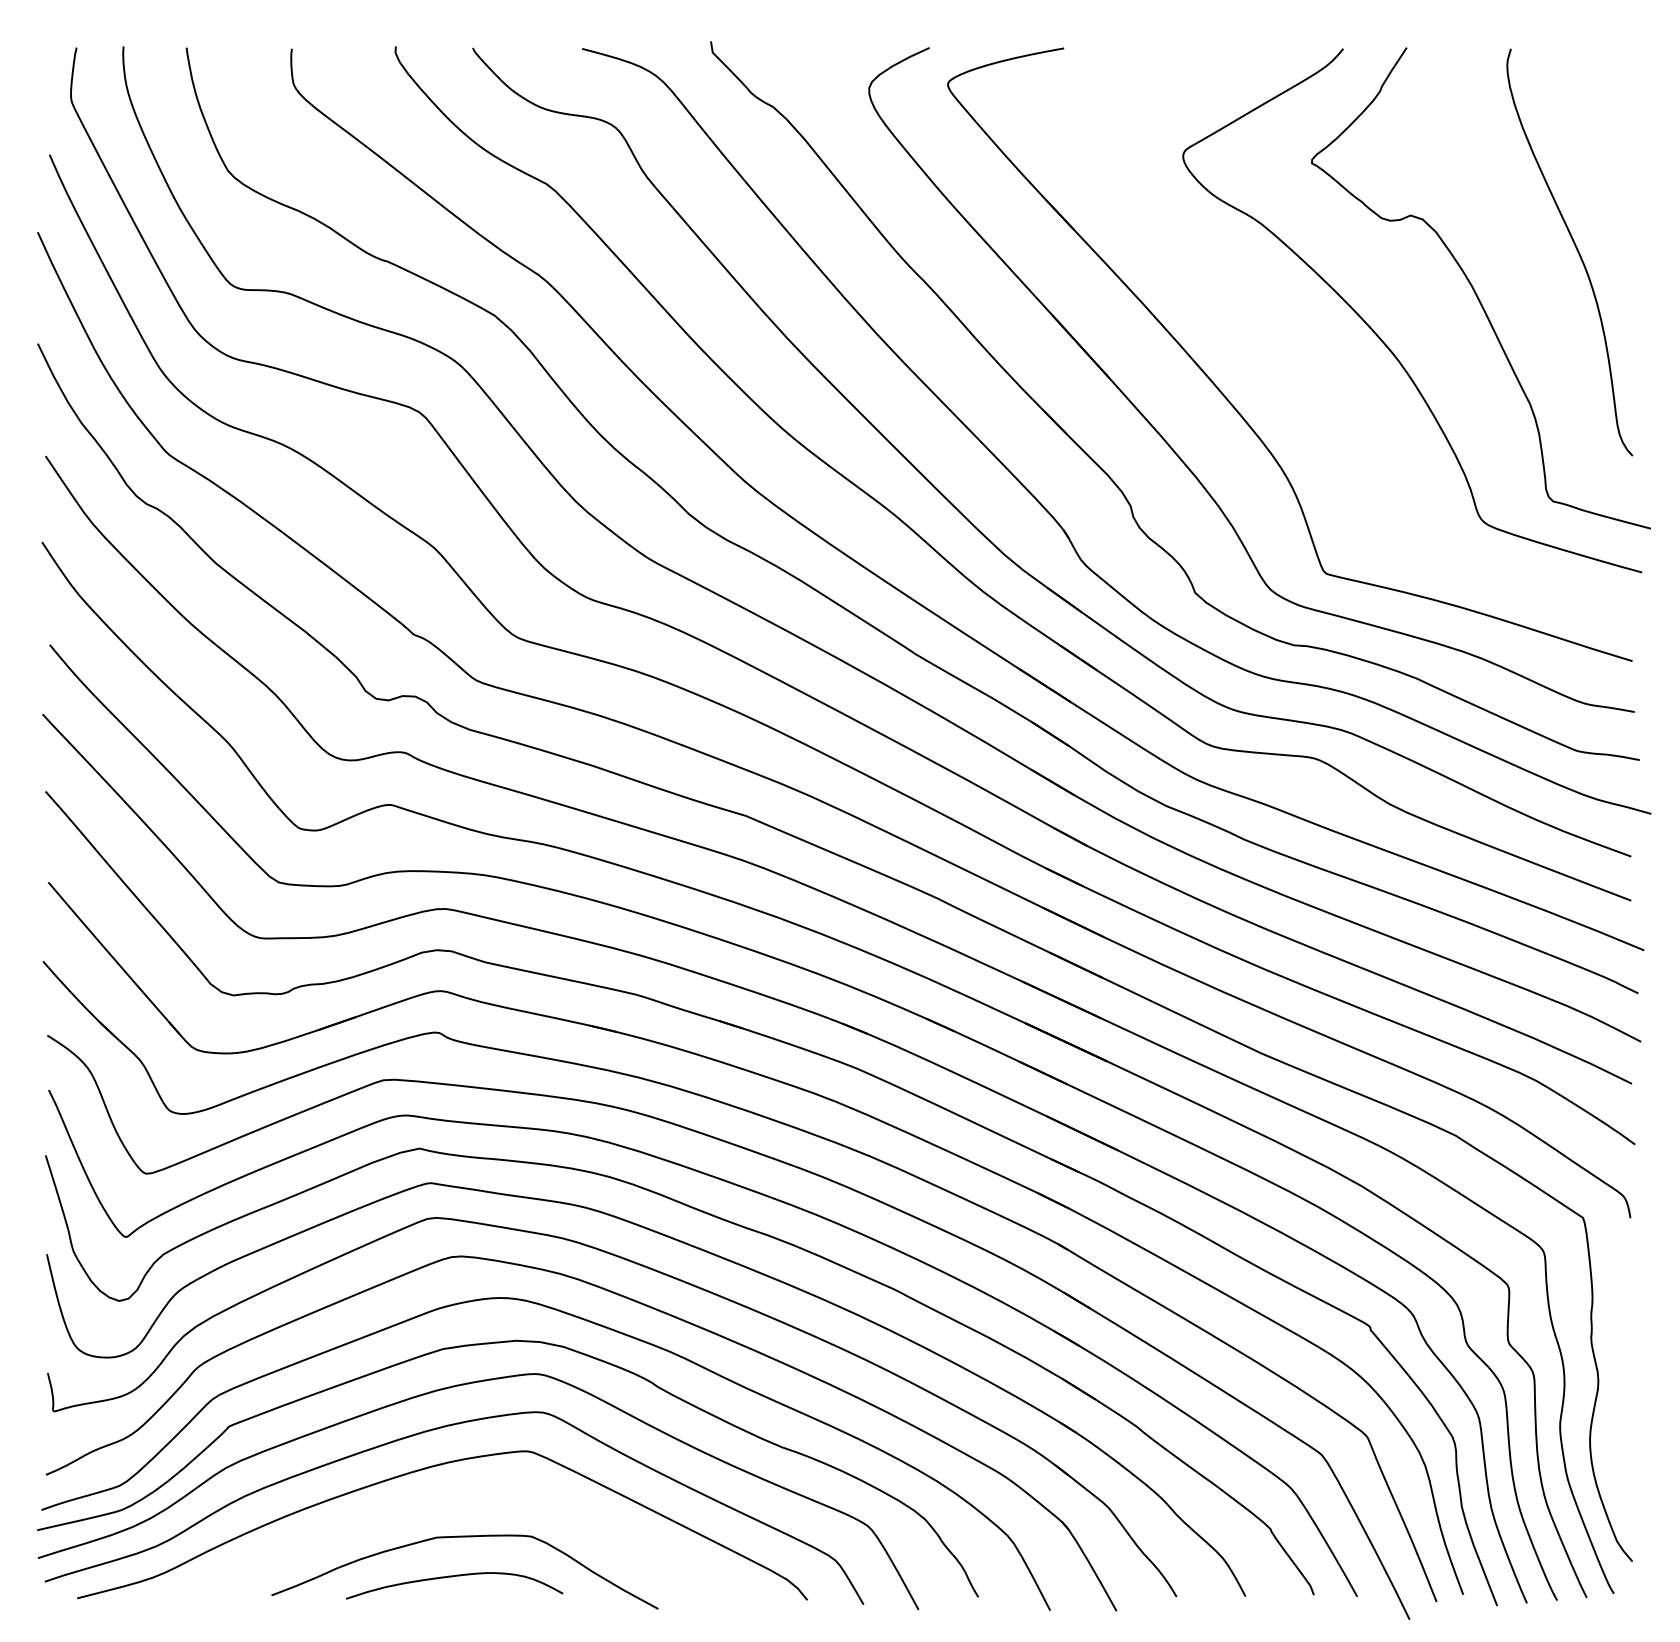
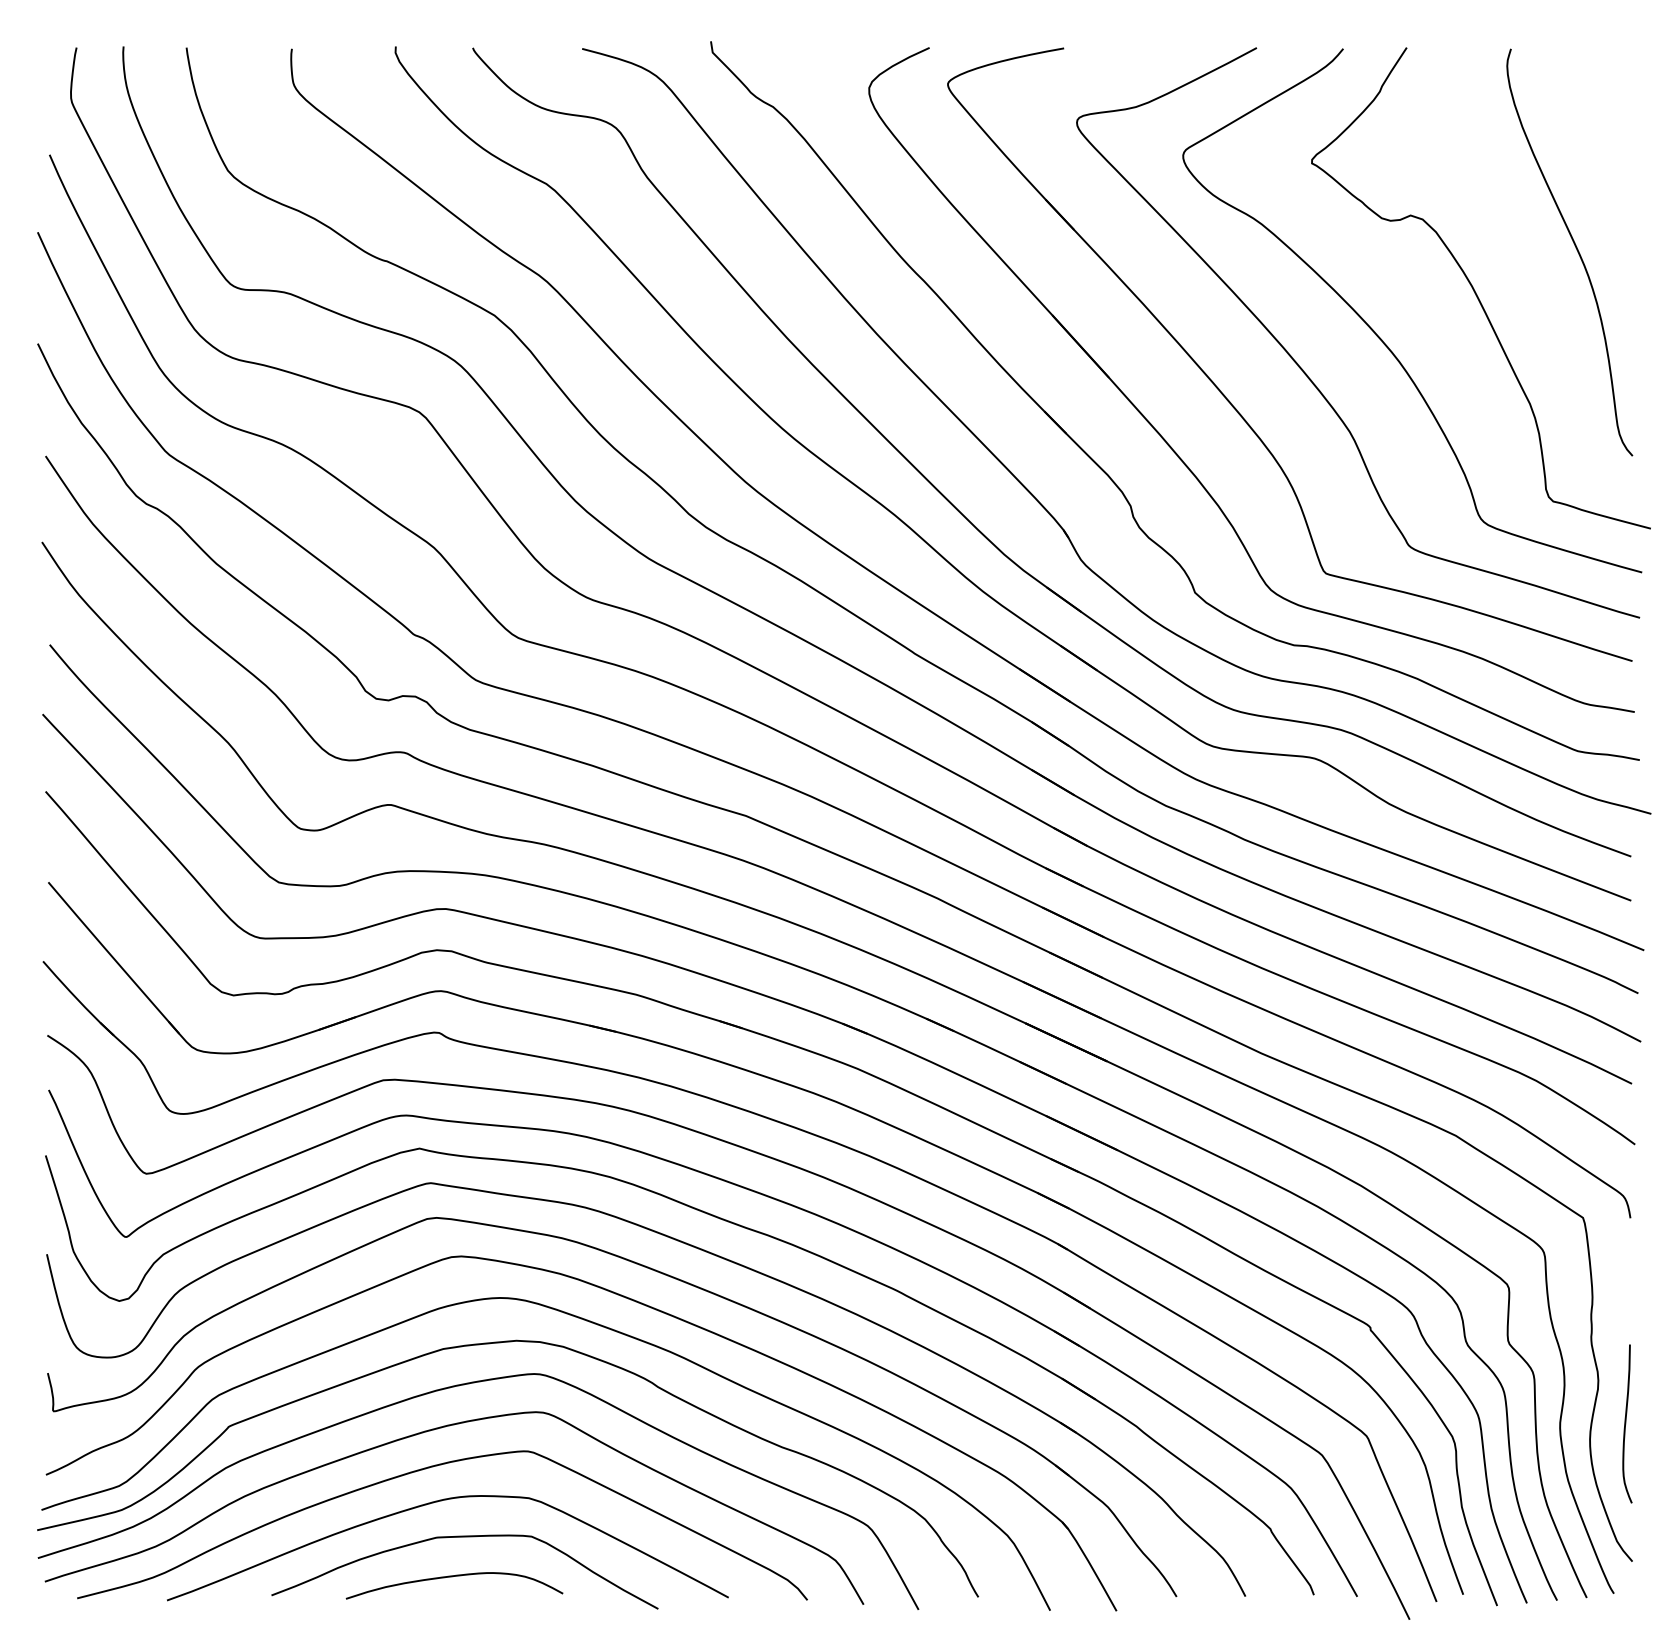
curve at (1307, 374): none -> present
curve at (1626, 1423): none -> present
curve at (437, 1502): none -> present
